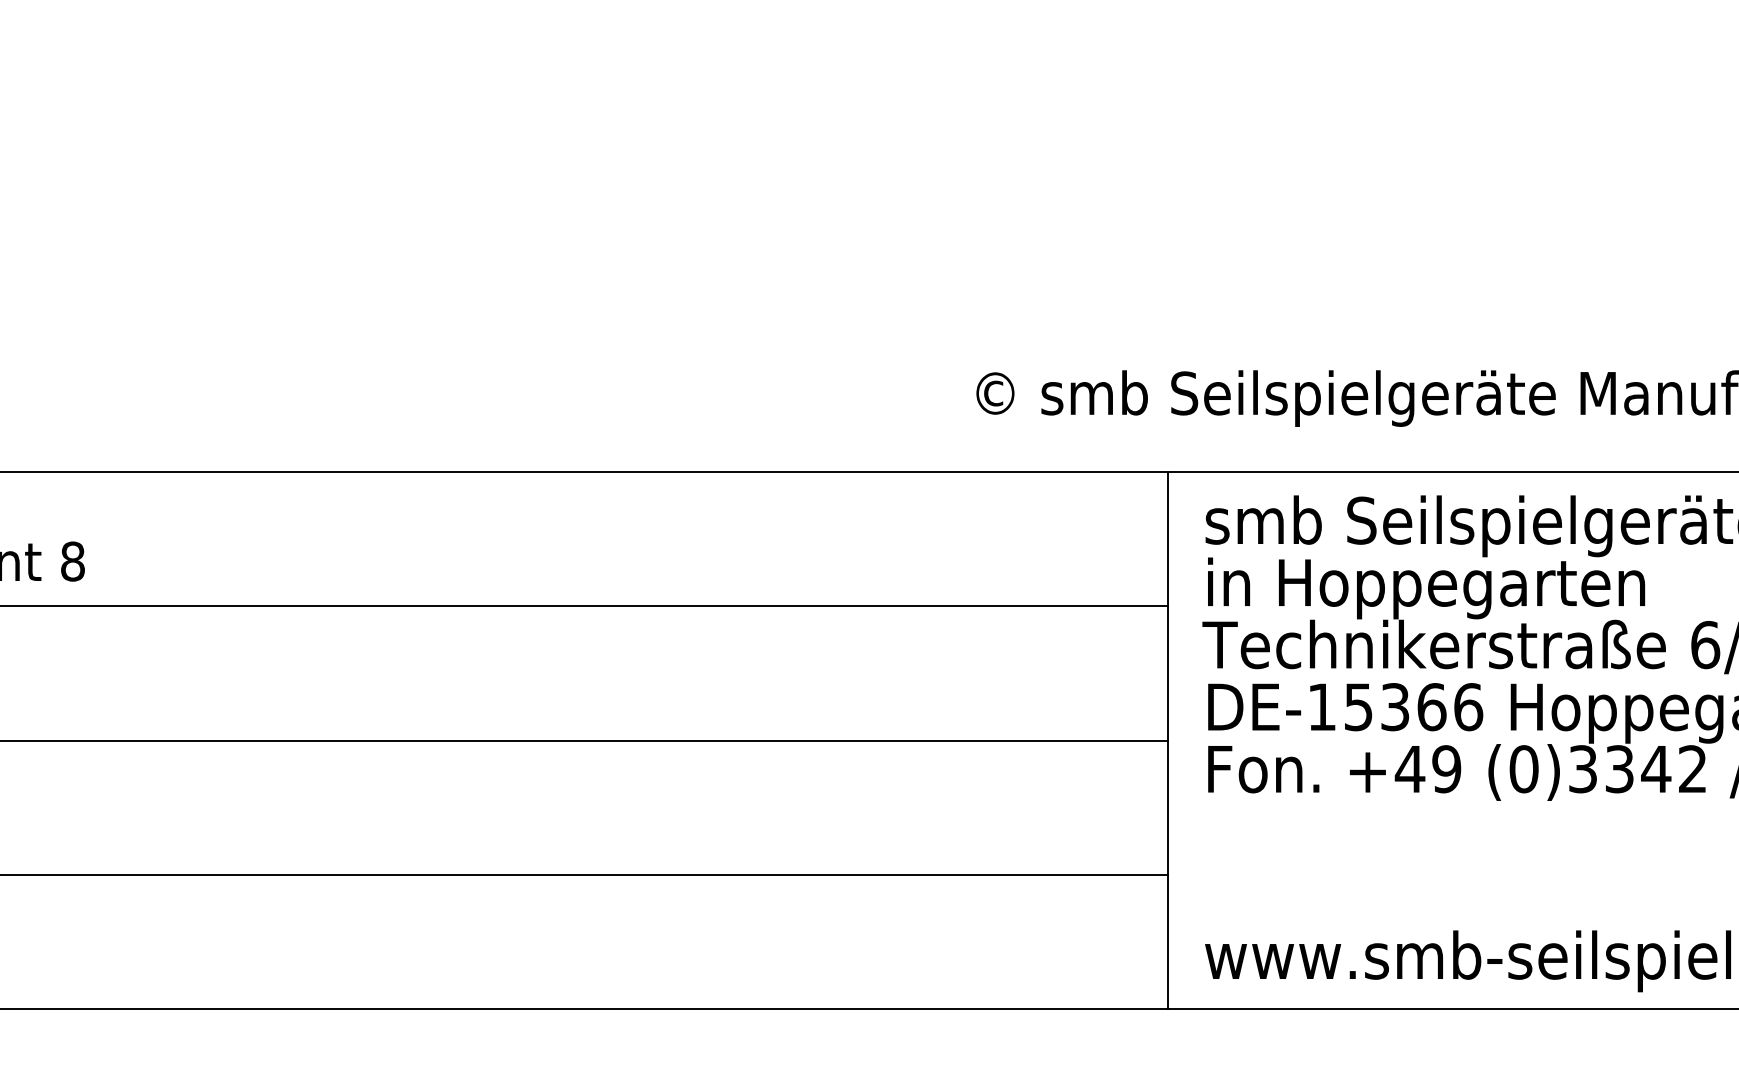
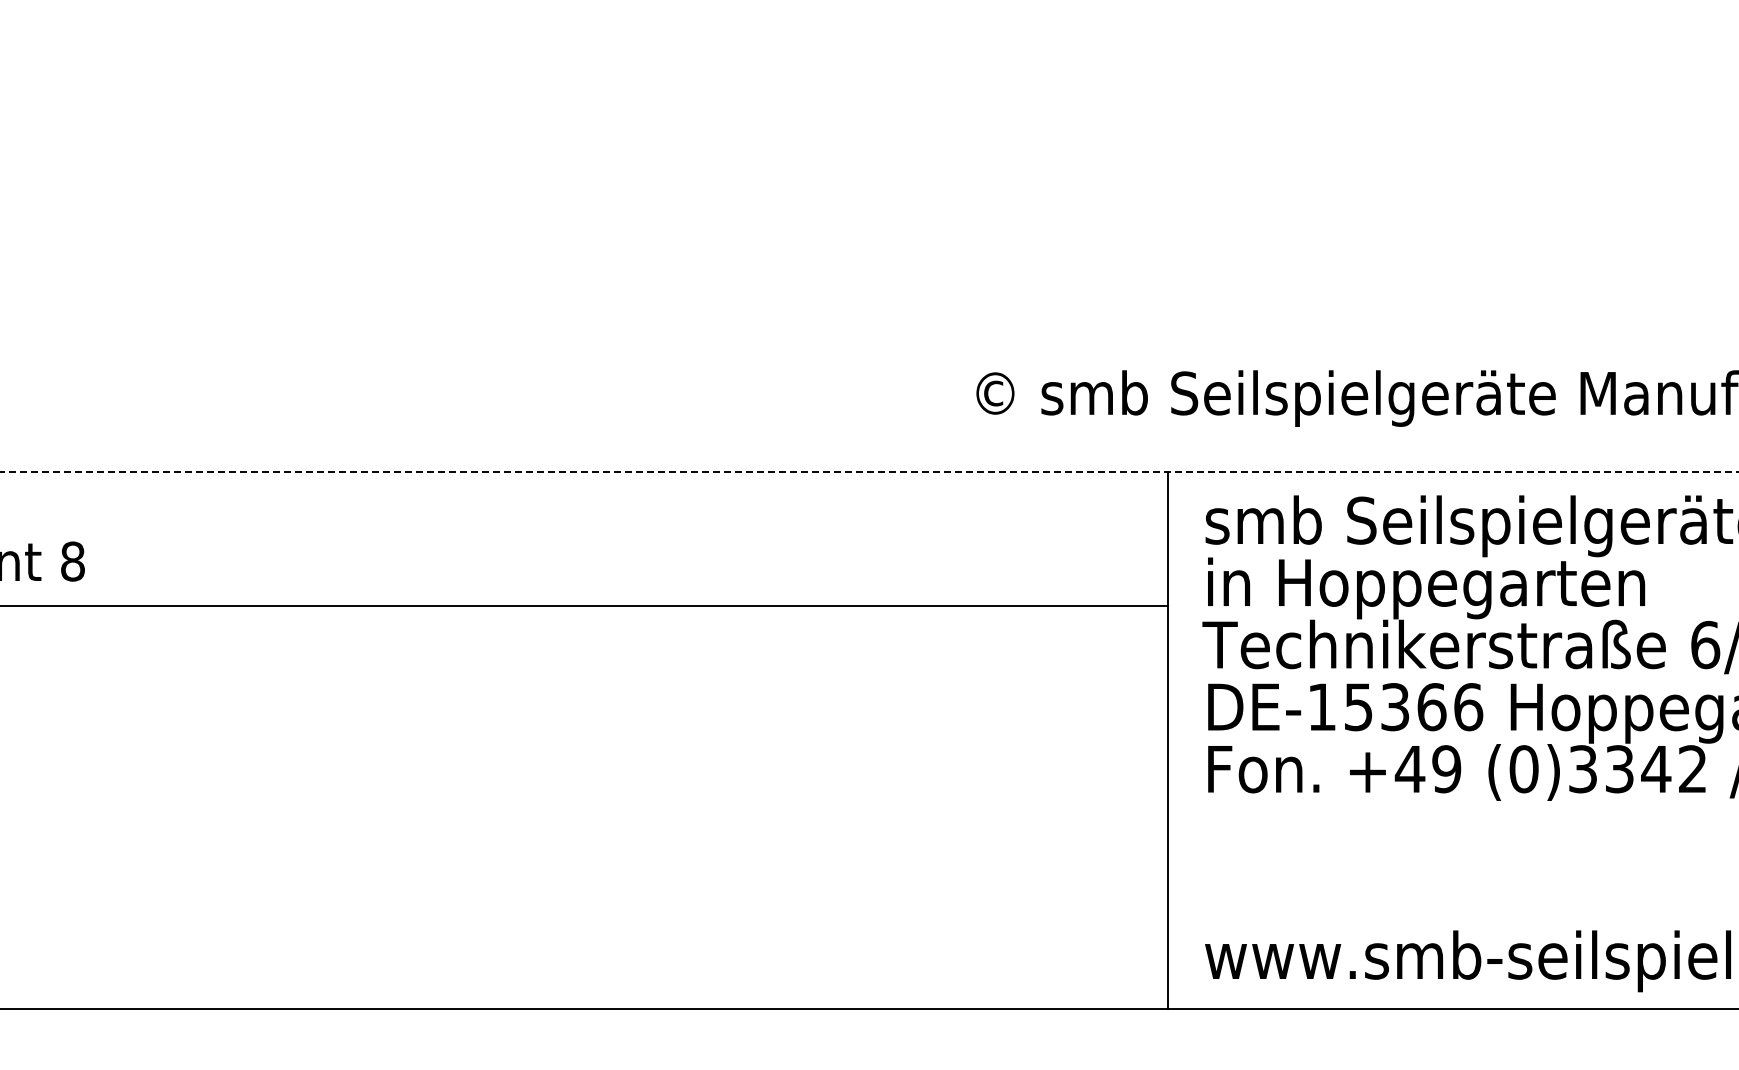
line at (869, 472): solid -> dashed
line at (585, 740): present -> none
line at (585, 874): present -> none
